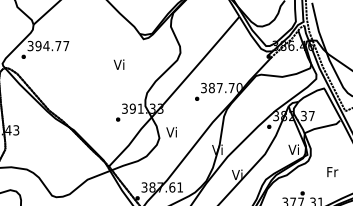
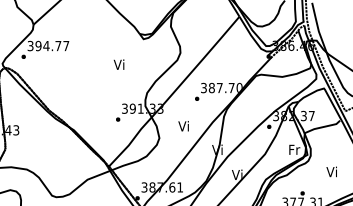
text at (171, 132) position: (171, 132) -> (183, 126)
text at (294, 149): Vi -> Fr
text at (332, 171): Fr -> Vi
